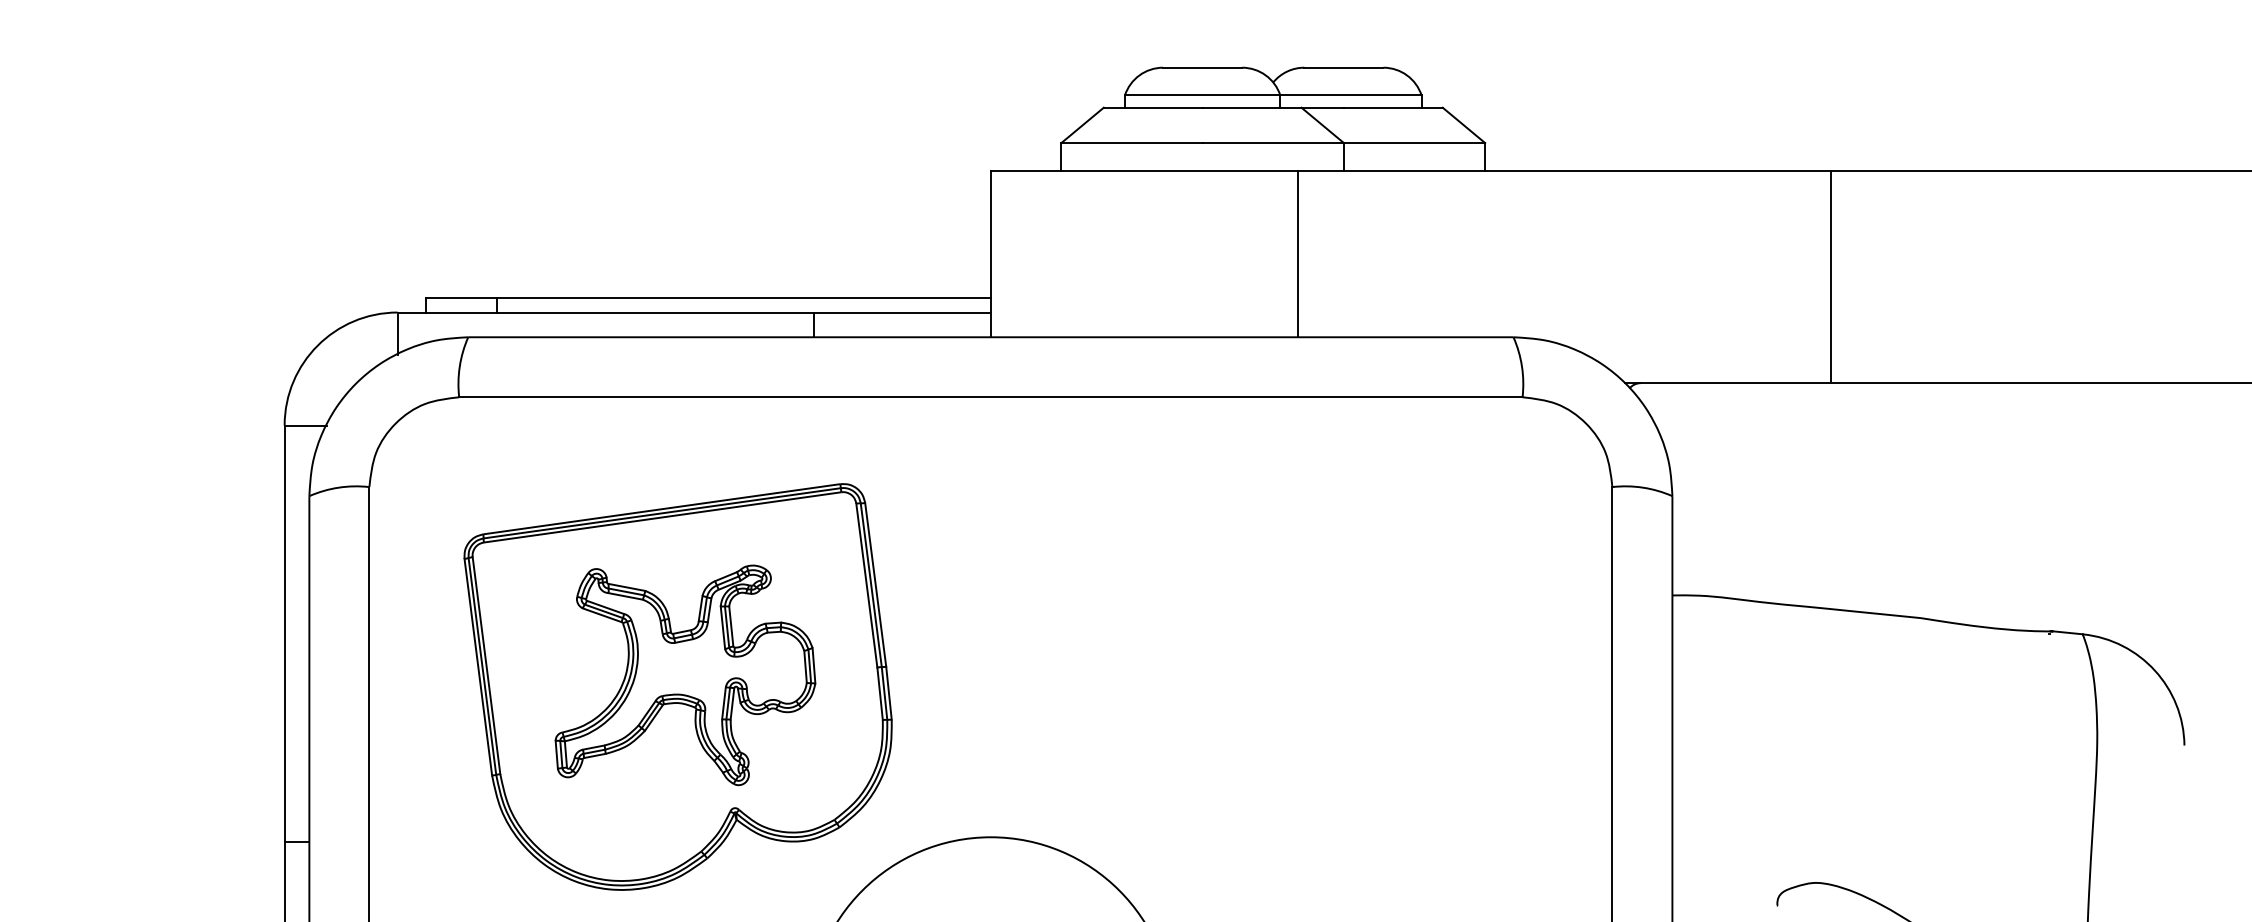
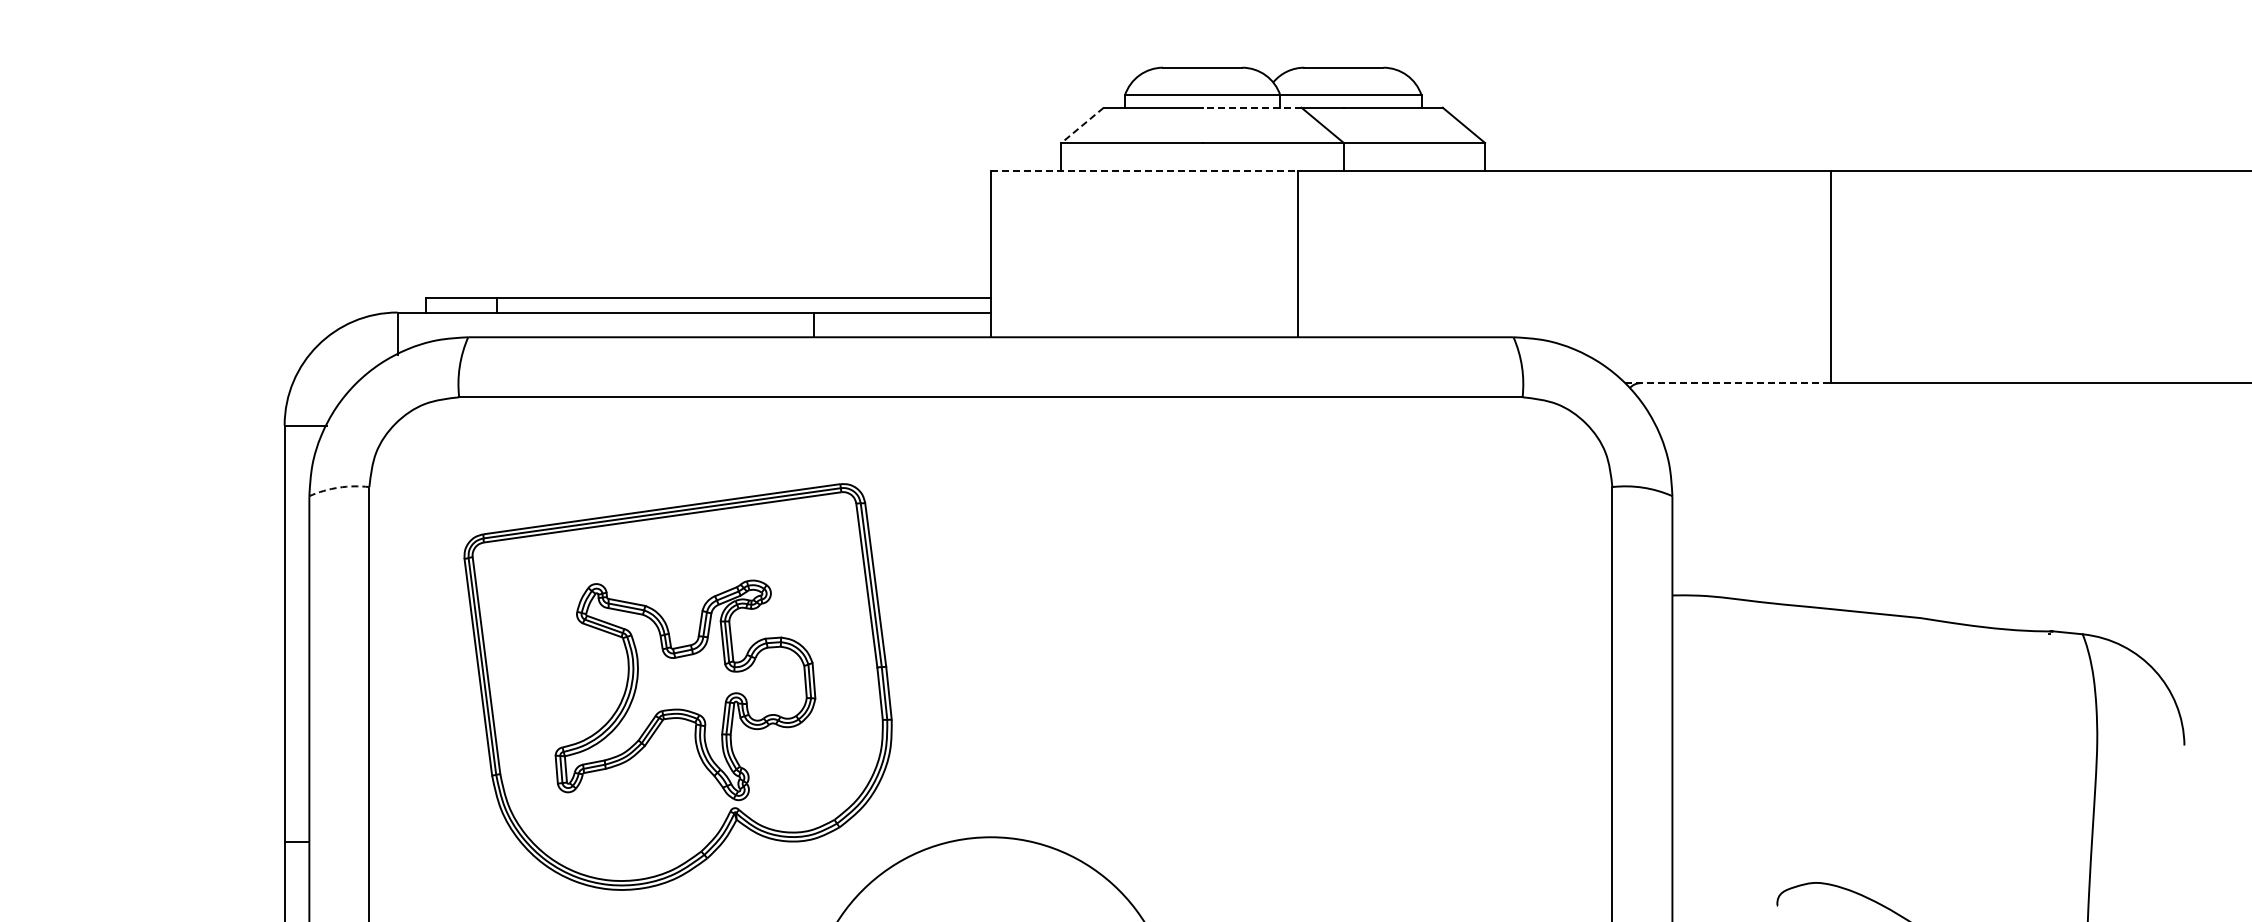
line at (1251, 107): solid -> dashed
line at (1082, 125): solid -> dashed
line at (1144, 171): solid -> dashed
line at (1727, 383): solid -> dashed
arc at (338, 487): solid -> dashed
part at (685, 675) position: (685, 675) -> (685, 690)
